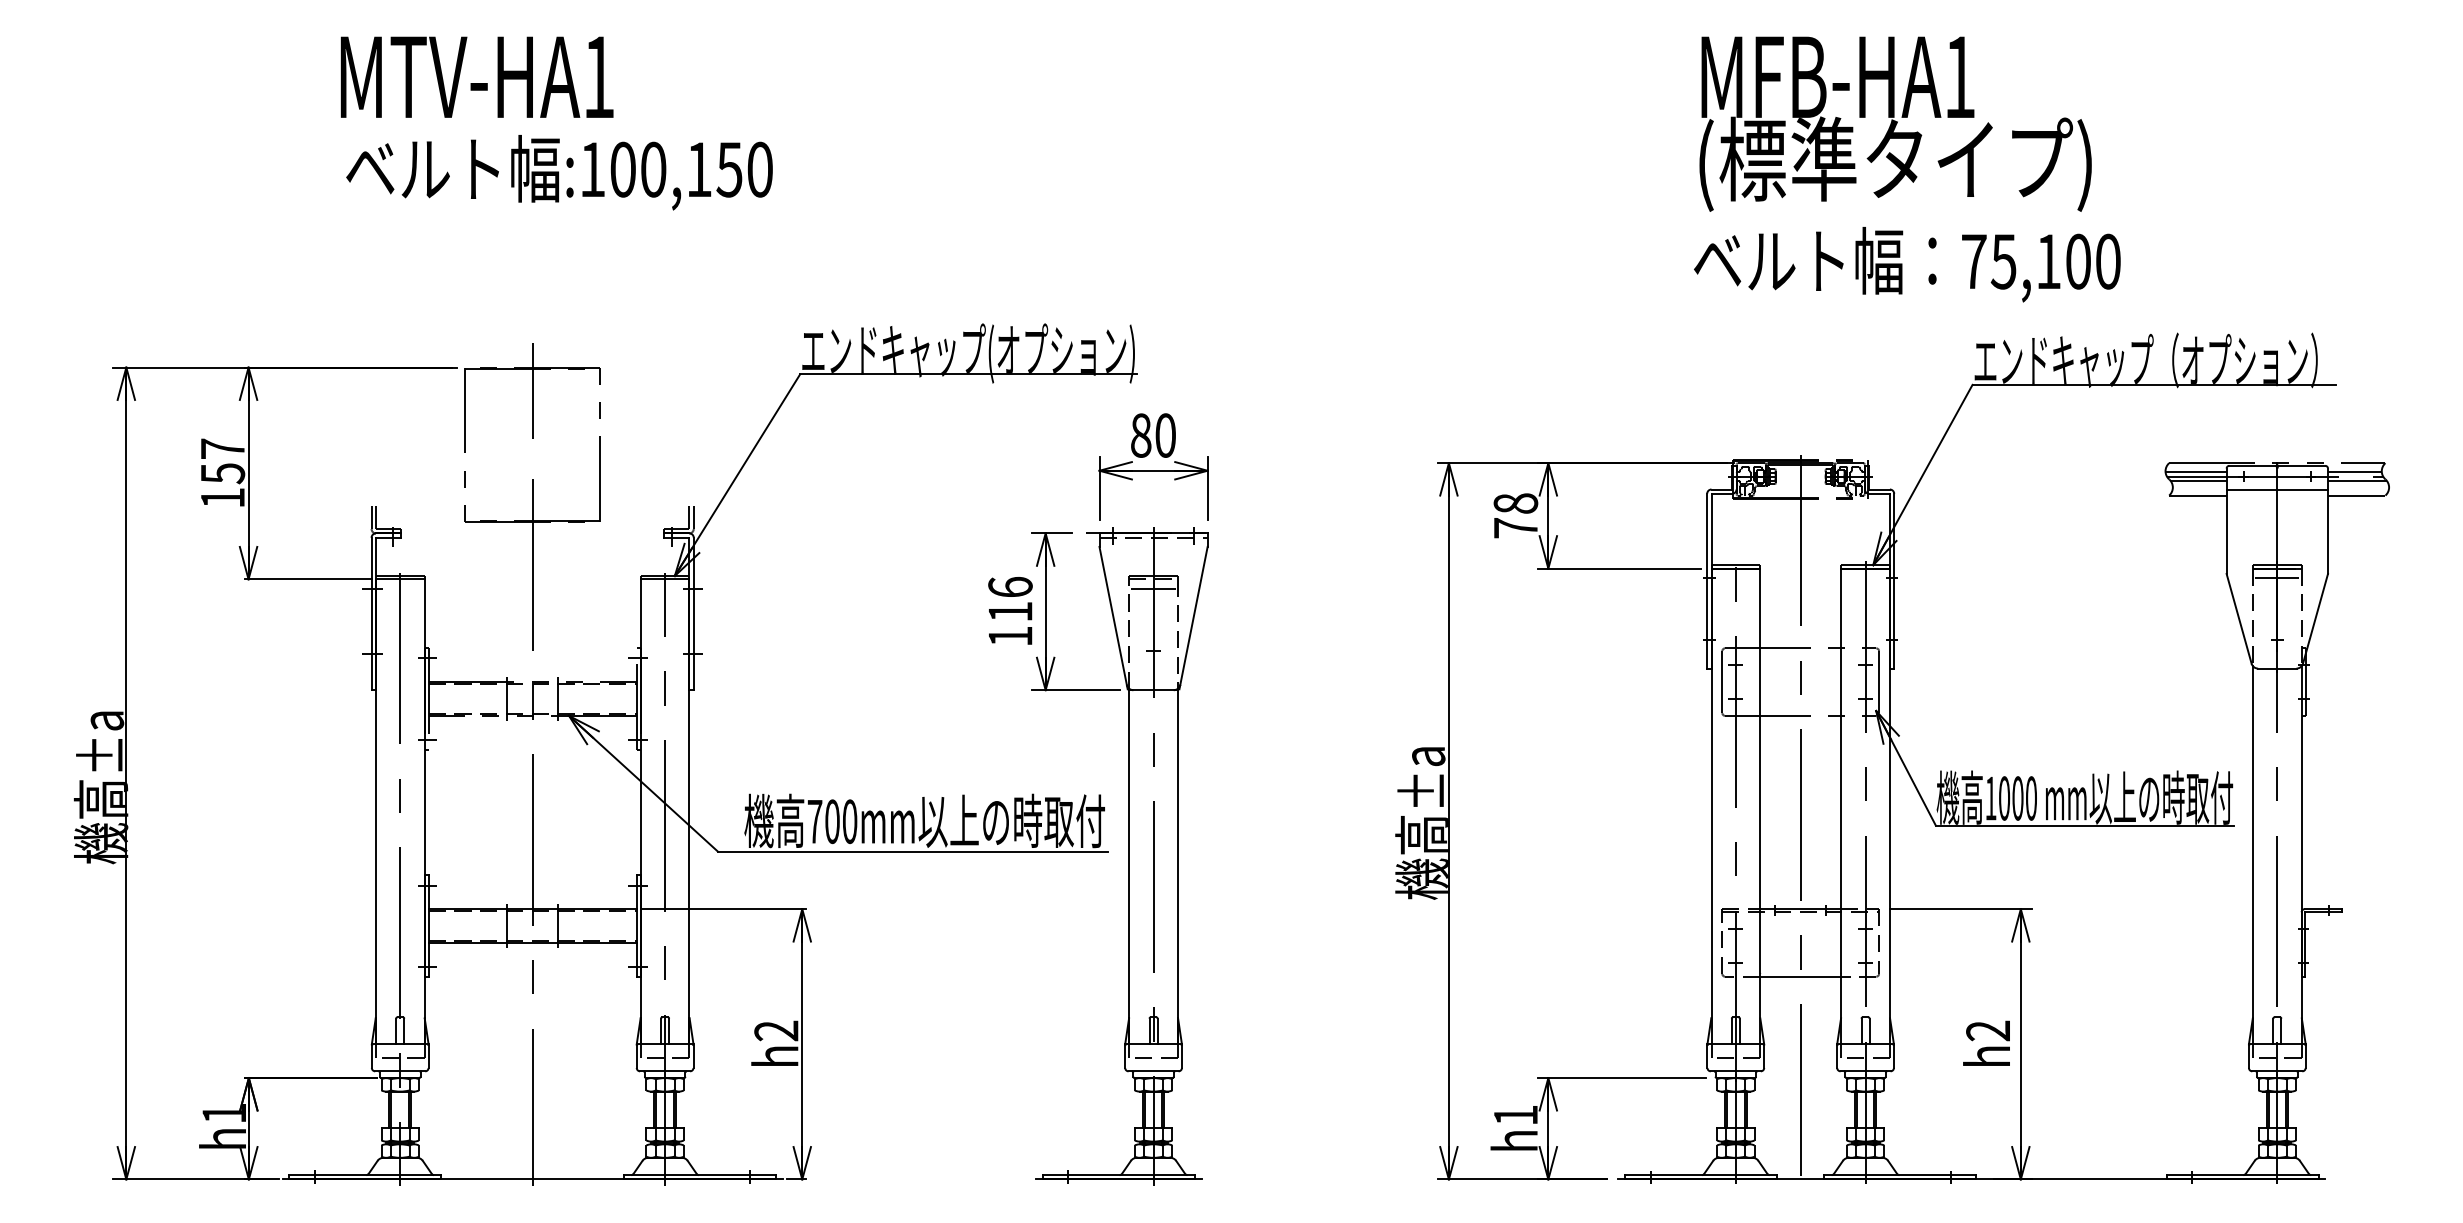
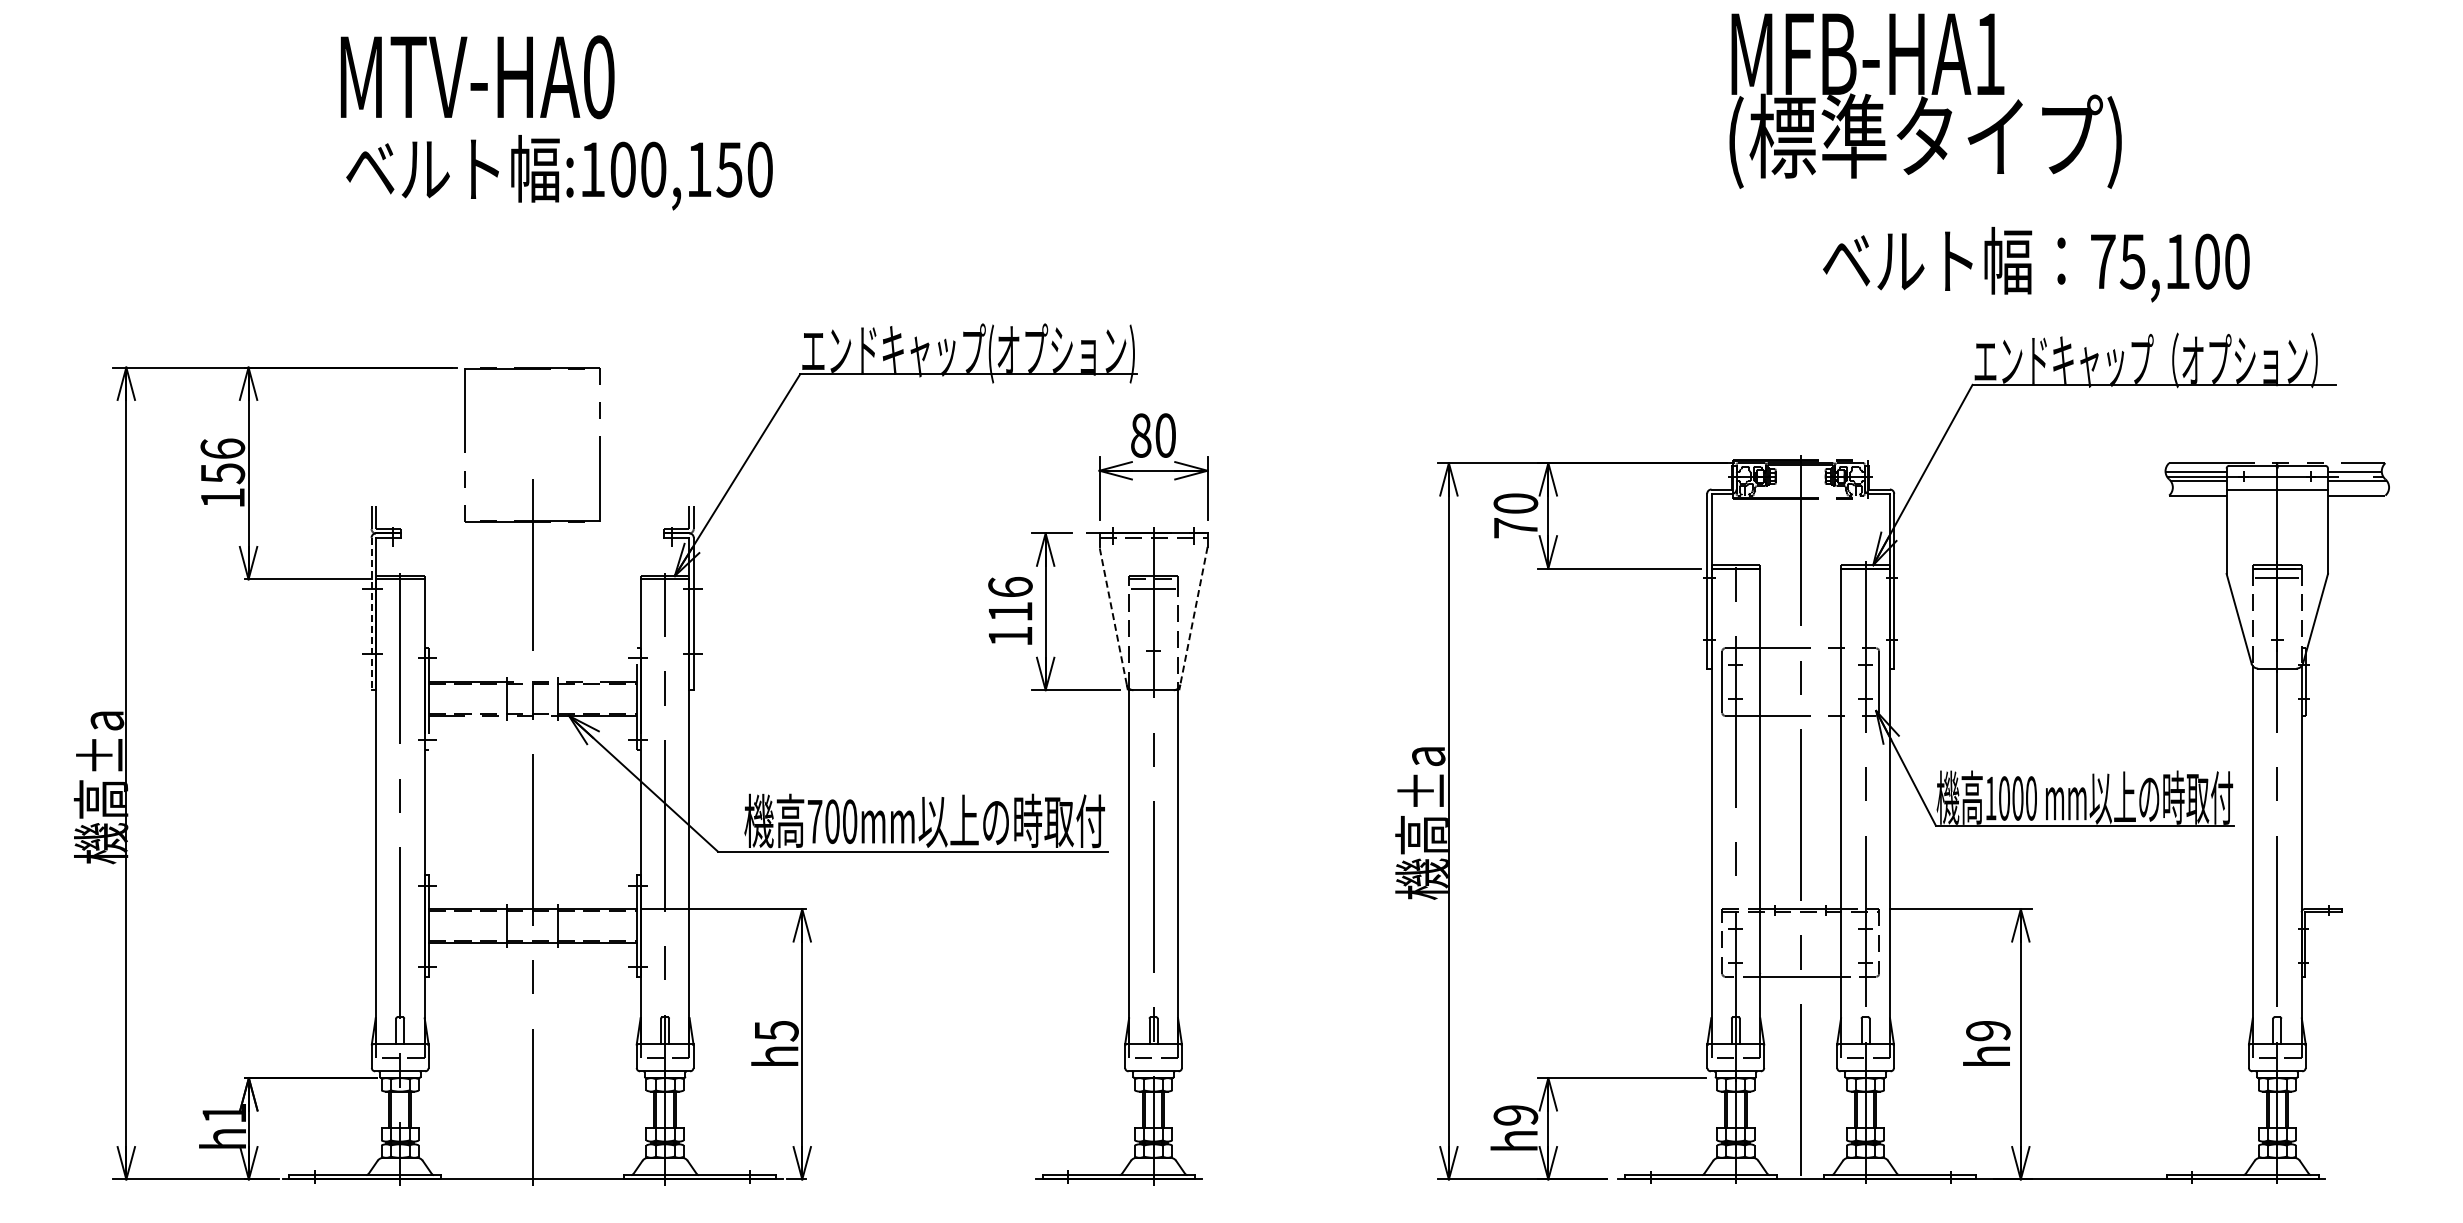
text at (599, 77): MTV-HA1 -> MTV-HA0
text at (1895, 123) position: (1895, 123) -> (1925, 100)
text at (1907, 264) position: (1907, 264) -> (2036, 264)
line at (532, 390): present -> none
text at (222, 448): 157 -> 156
text at (1515, 503): 78 -> 70
line at (371, 614): solid -> dashed
line at (1113, 615): solid -> dashed
line at (1193, 616): solid -> dashed
text at (776, 1030): h2 -> h5
text at (1988, 1030): h2 -> h9
text at (1515, 1115): h1 -> h9
